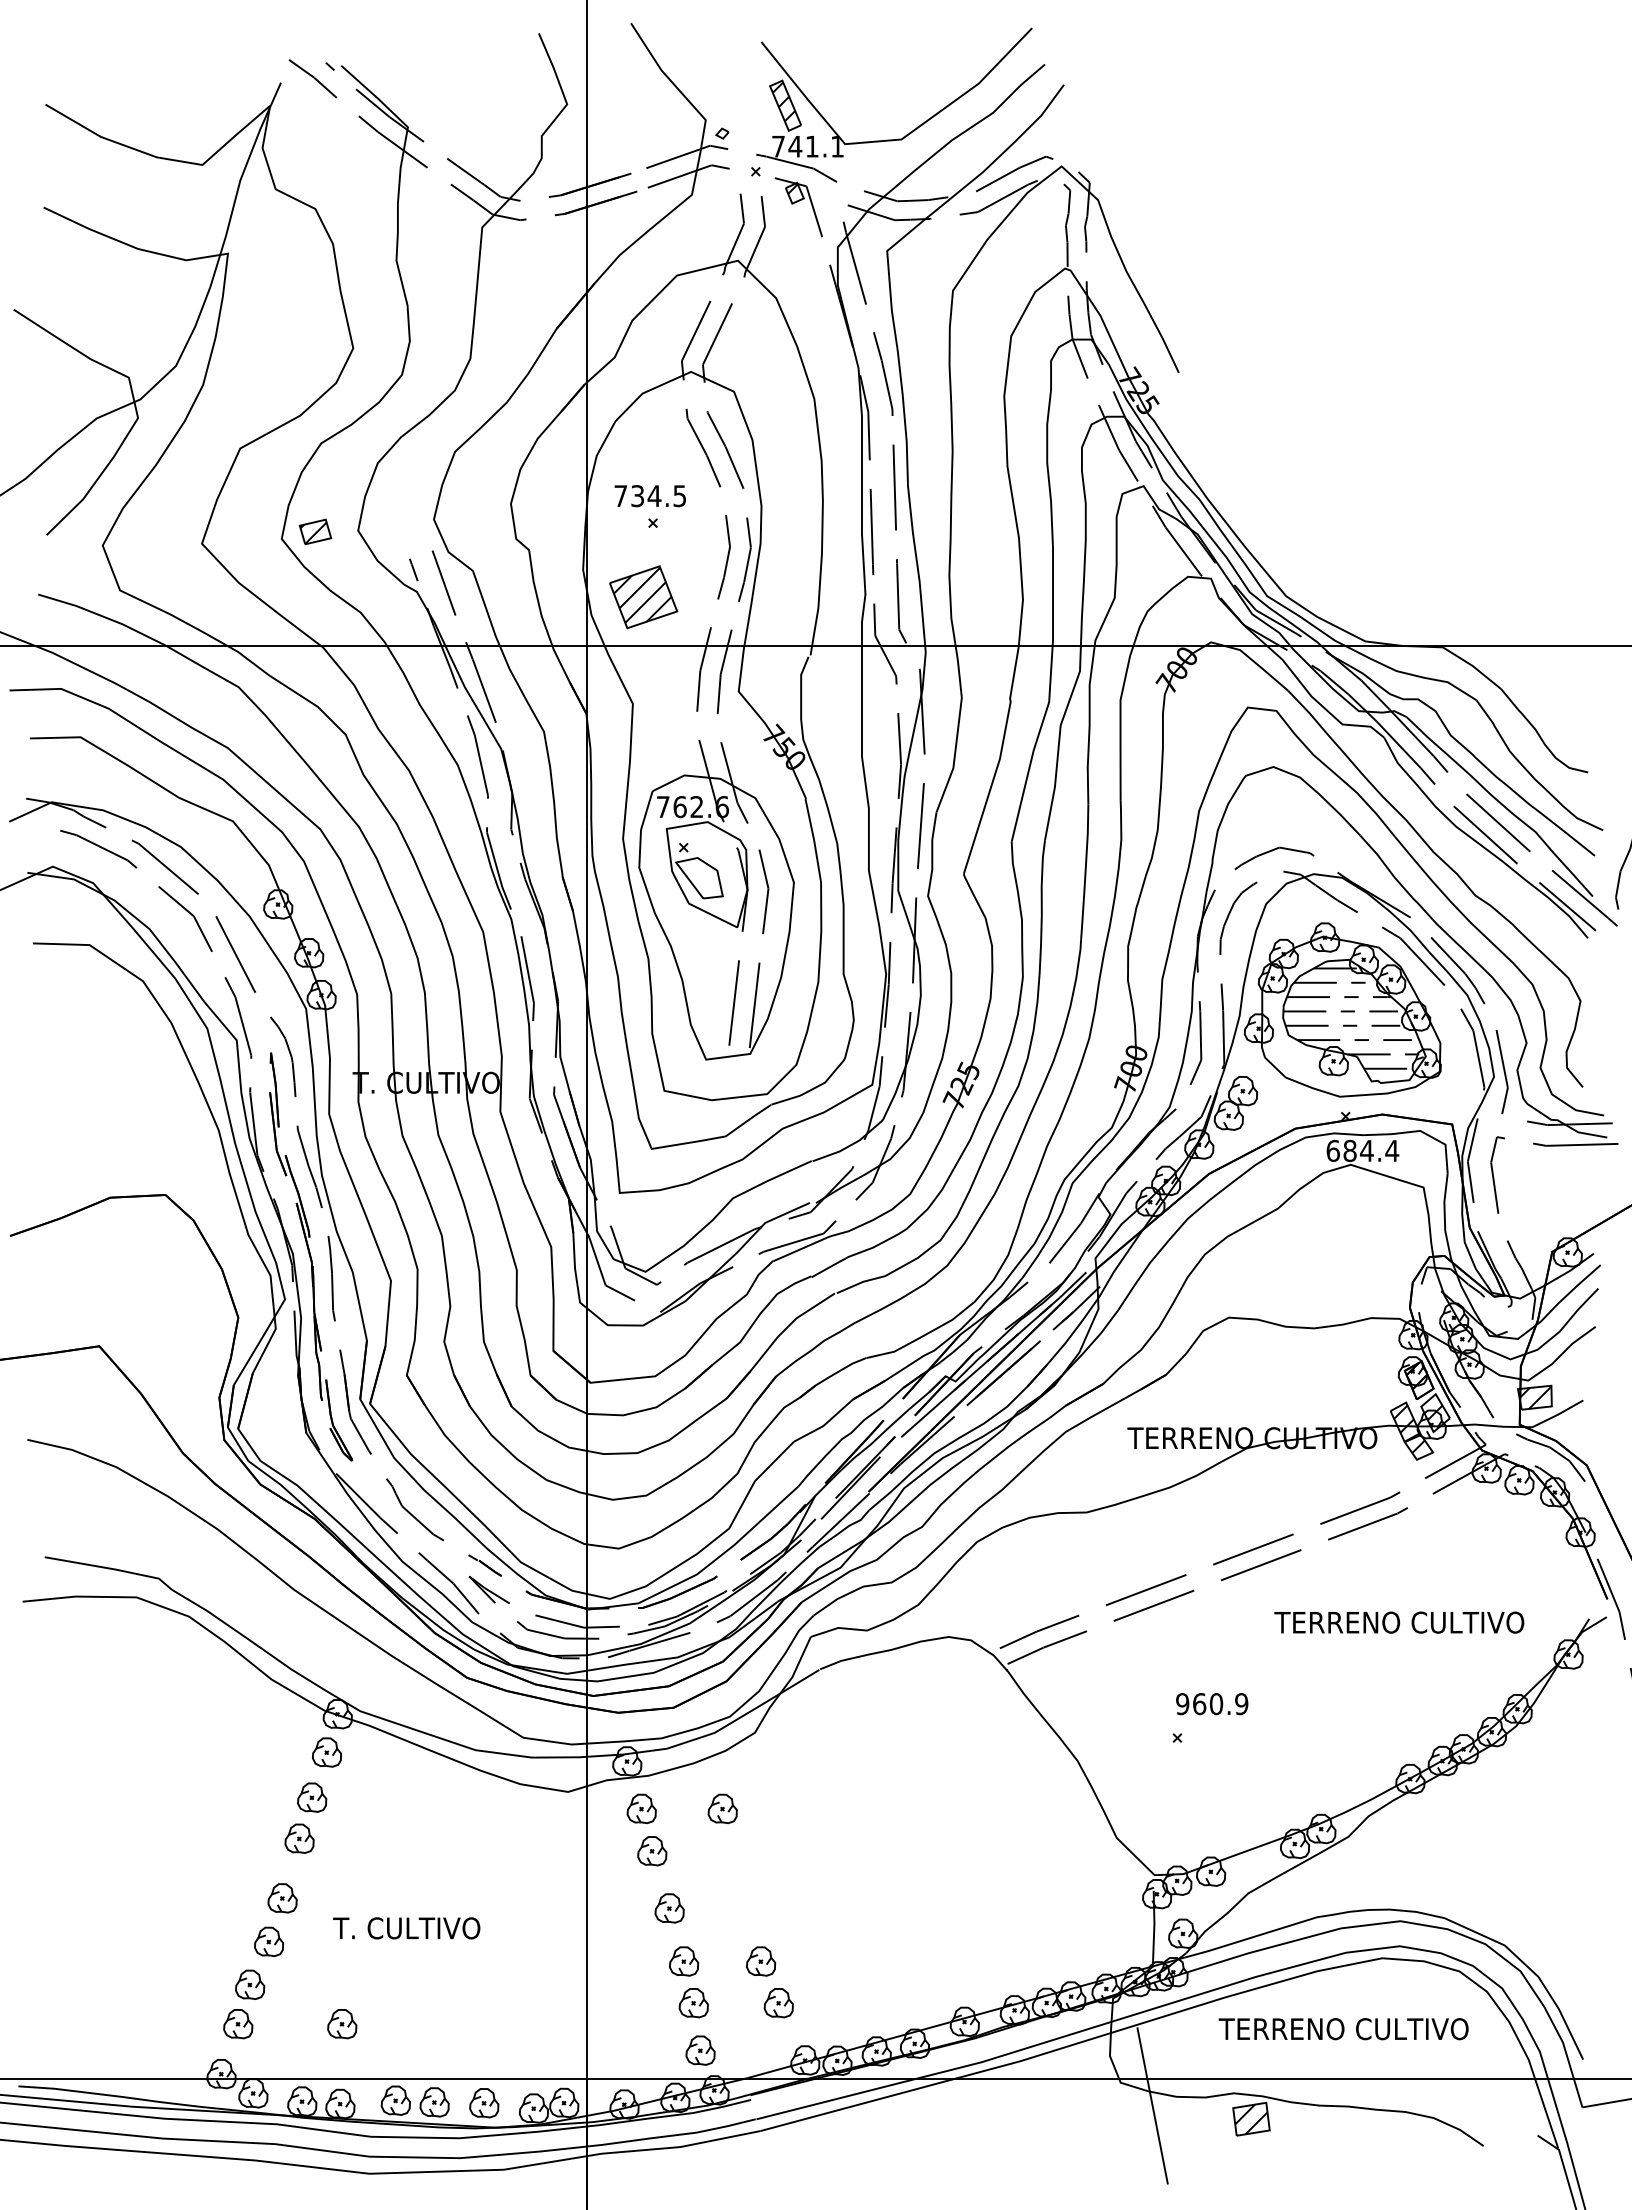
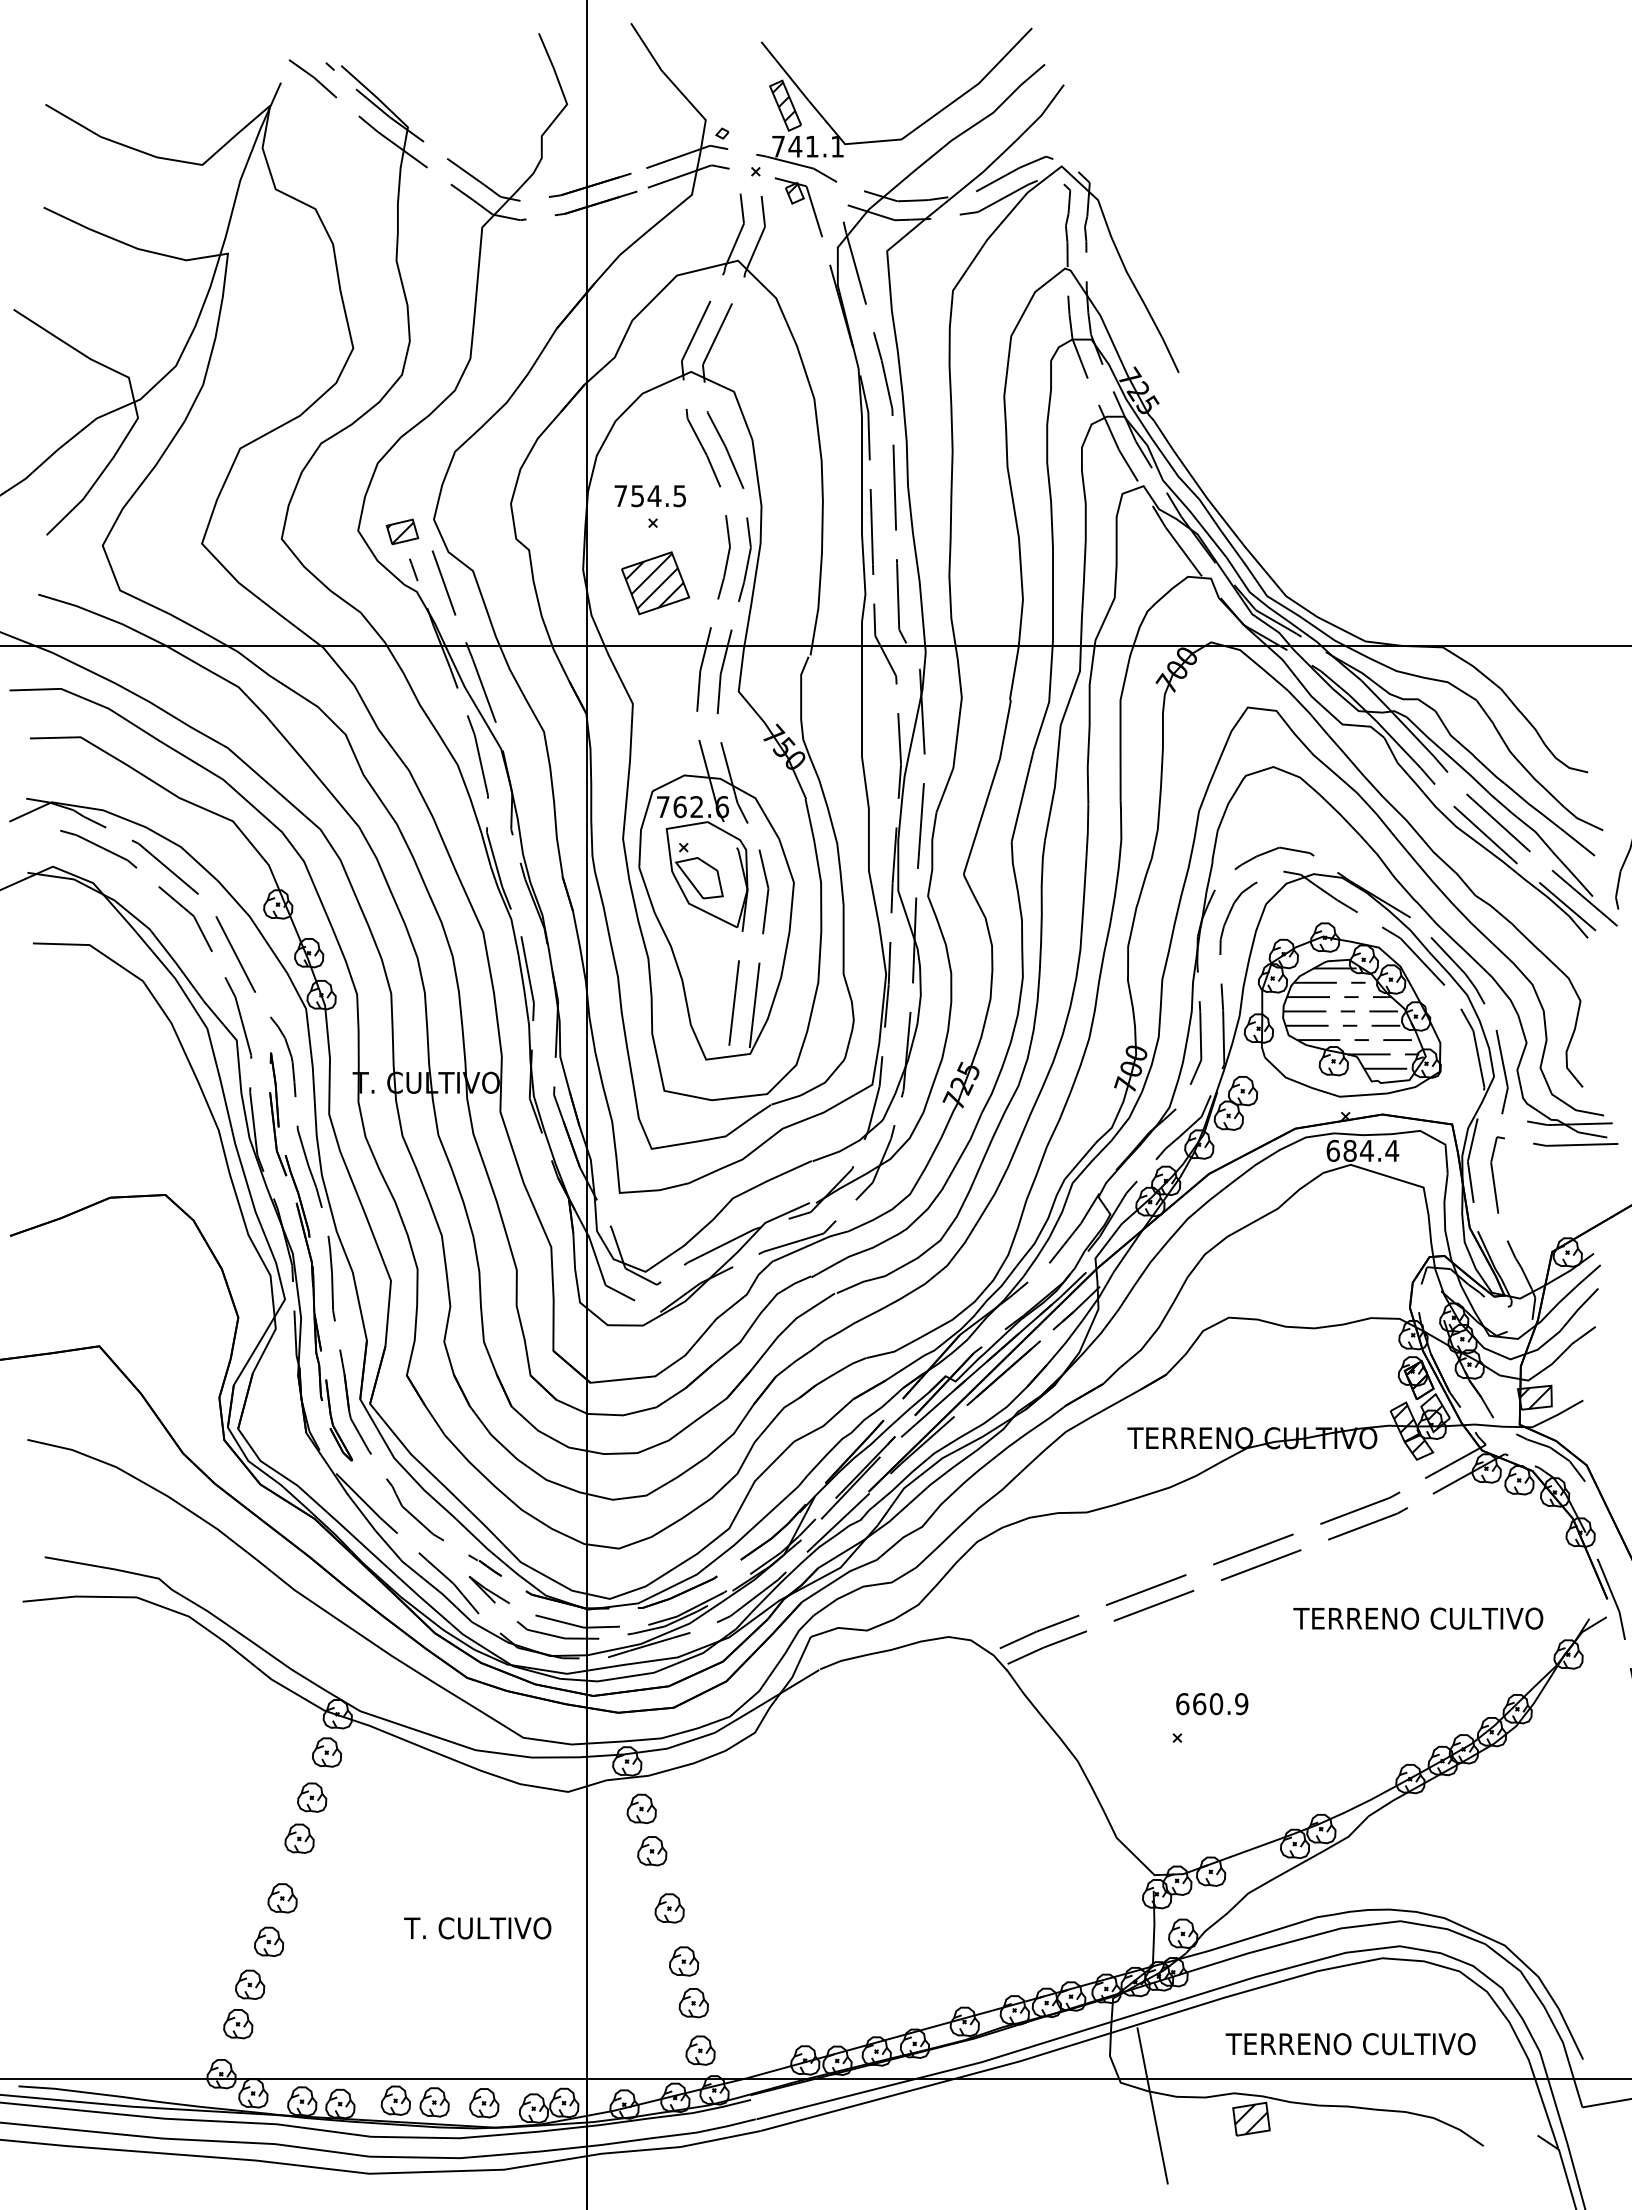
text at (638, 495): 734.5 -> 754.5
part at (315, 531) position: (315, 531) -> (402, 531)
part at (643, 597) position: (643, 597) -> (655, 583)
text at (1399, 1622) position: (1399, 1622) -> (1418, 1618)
text at (1182, 1704): 960.9 -> 660.9
part at (722, 1808): present -> none
text at (406, 1928) position: (406, 1928) -> (477, 1928)
part at (761, 1961): present -> none
part at (778, 2003): present -> none
part at (342, 2024): present -> none
text at (1343, 2029) position: (1343, 2029) -> (1350, 2044)
